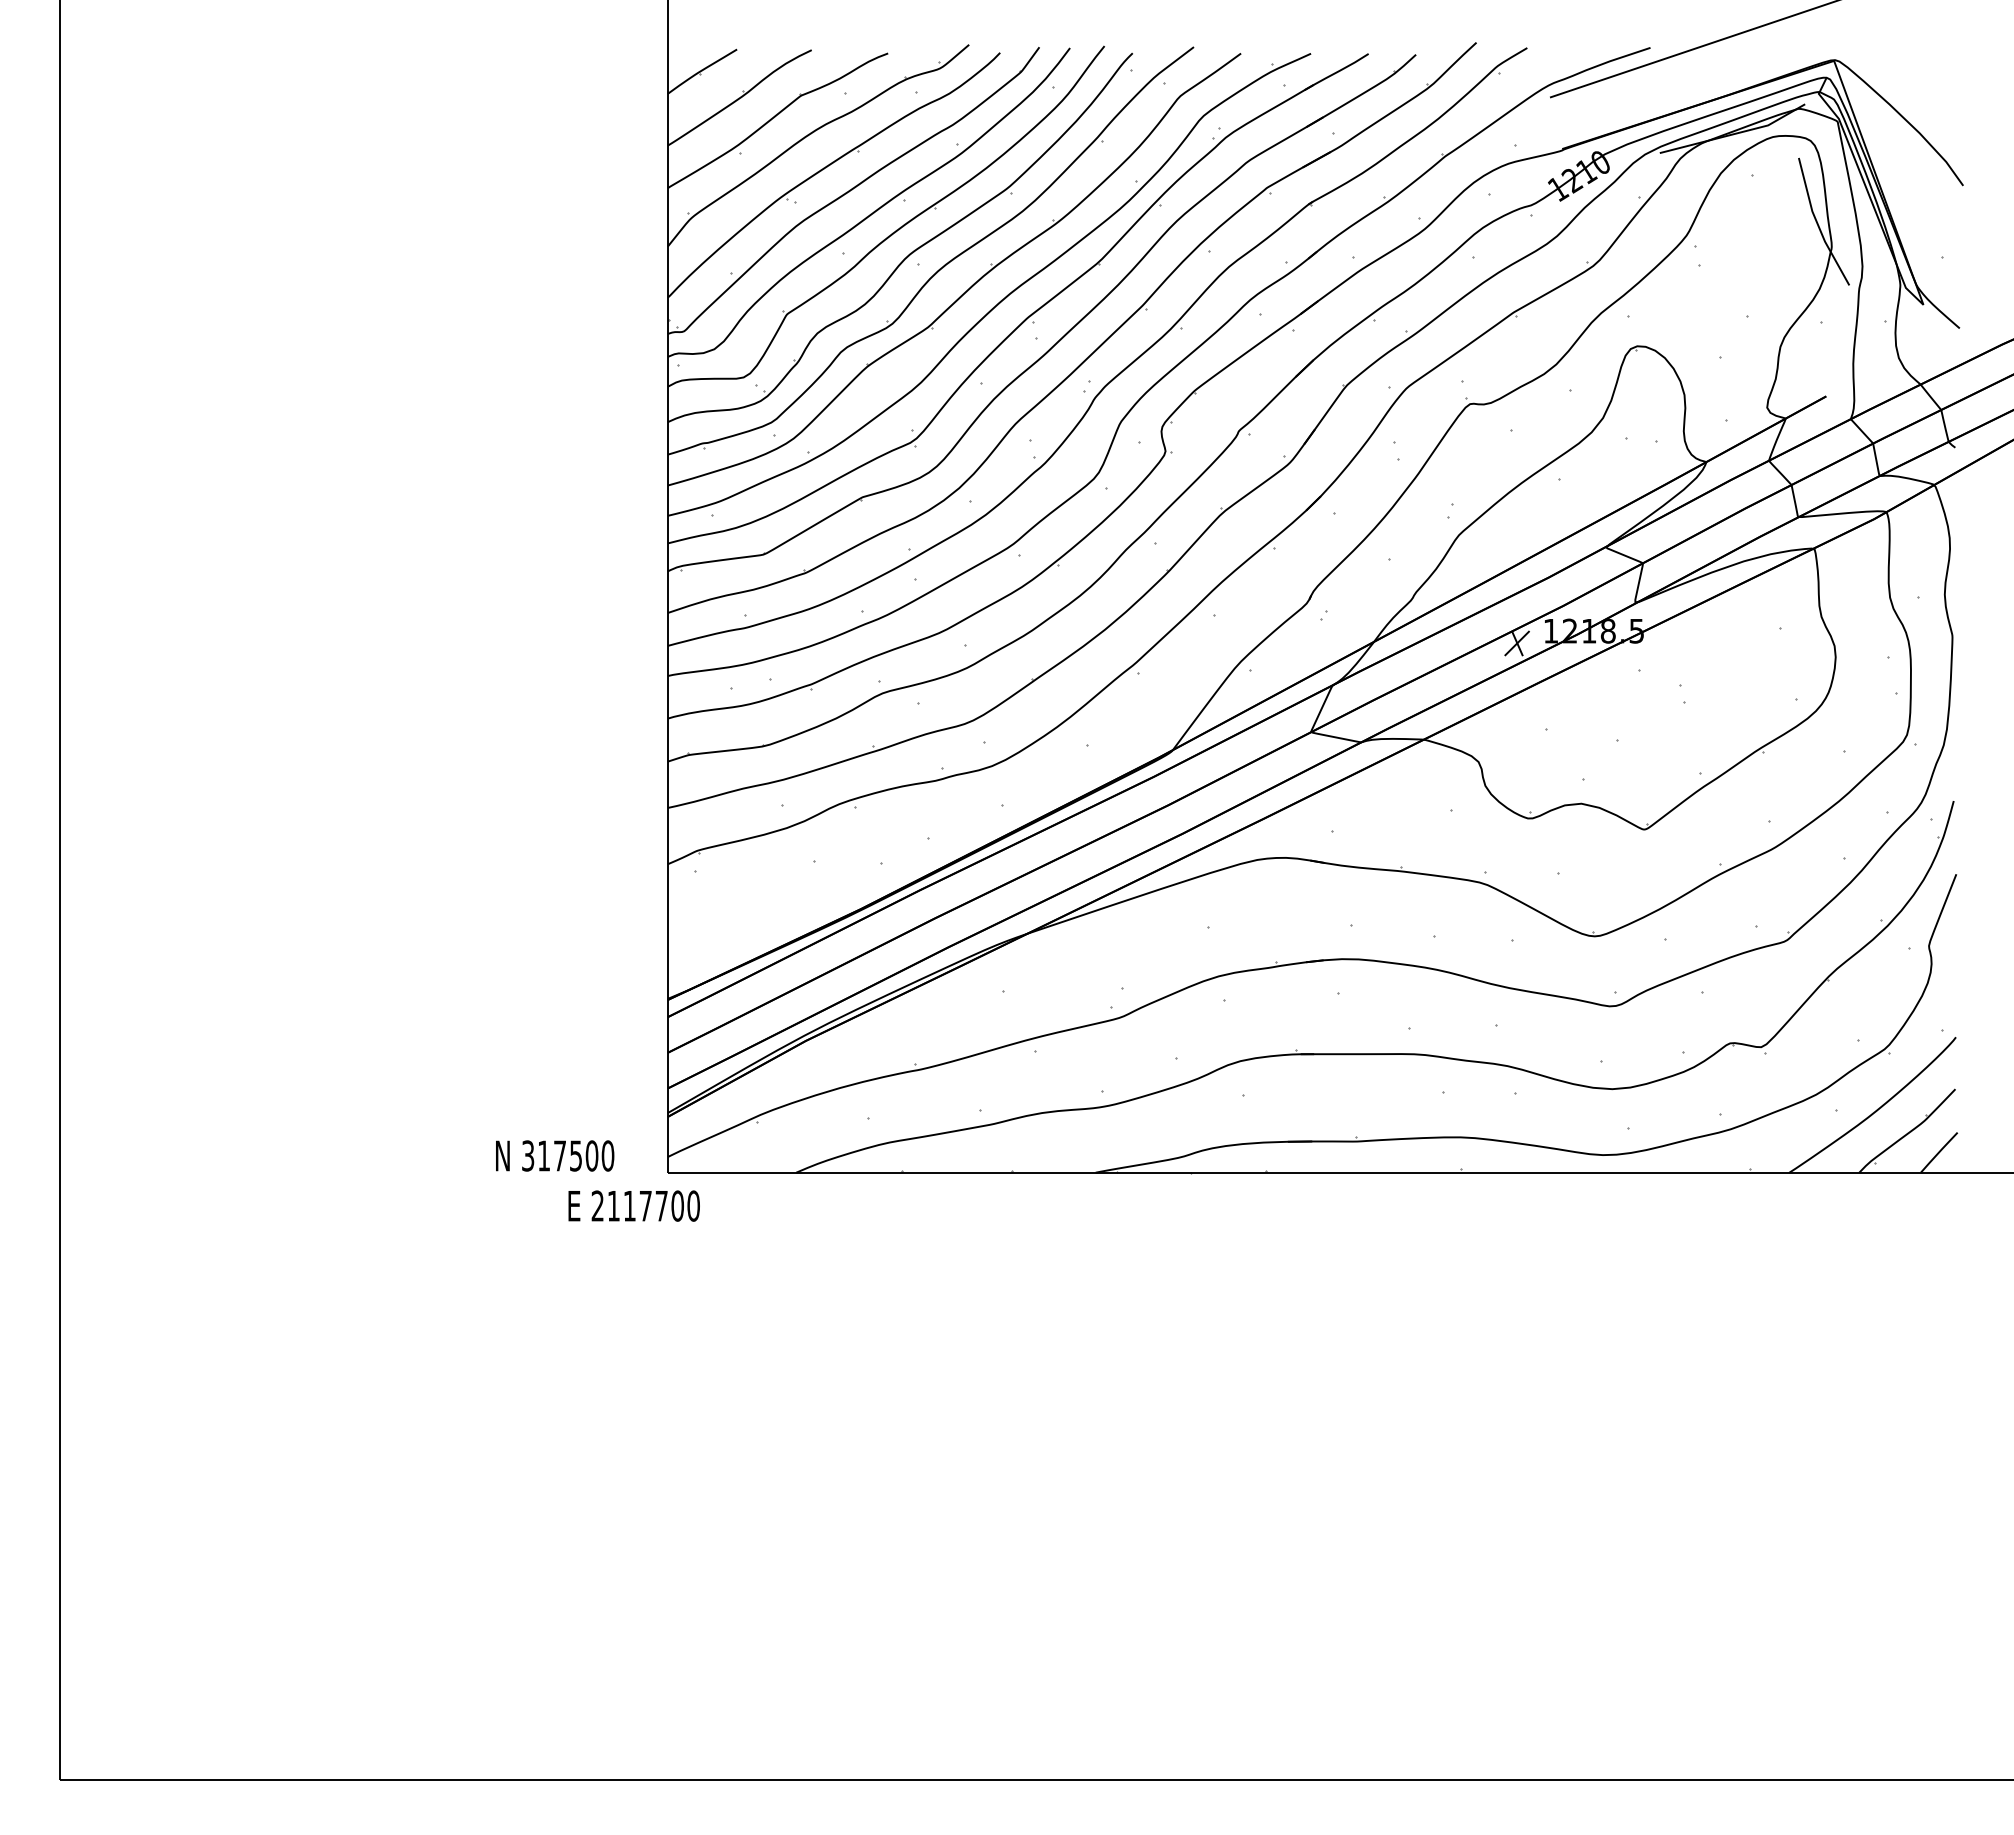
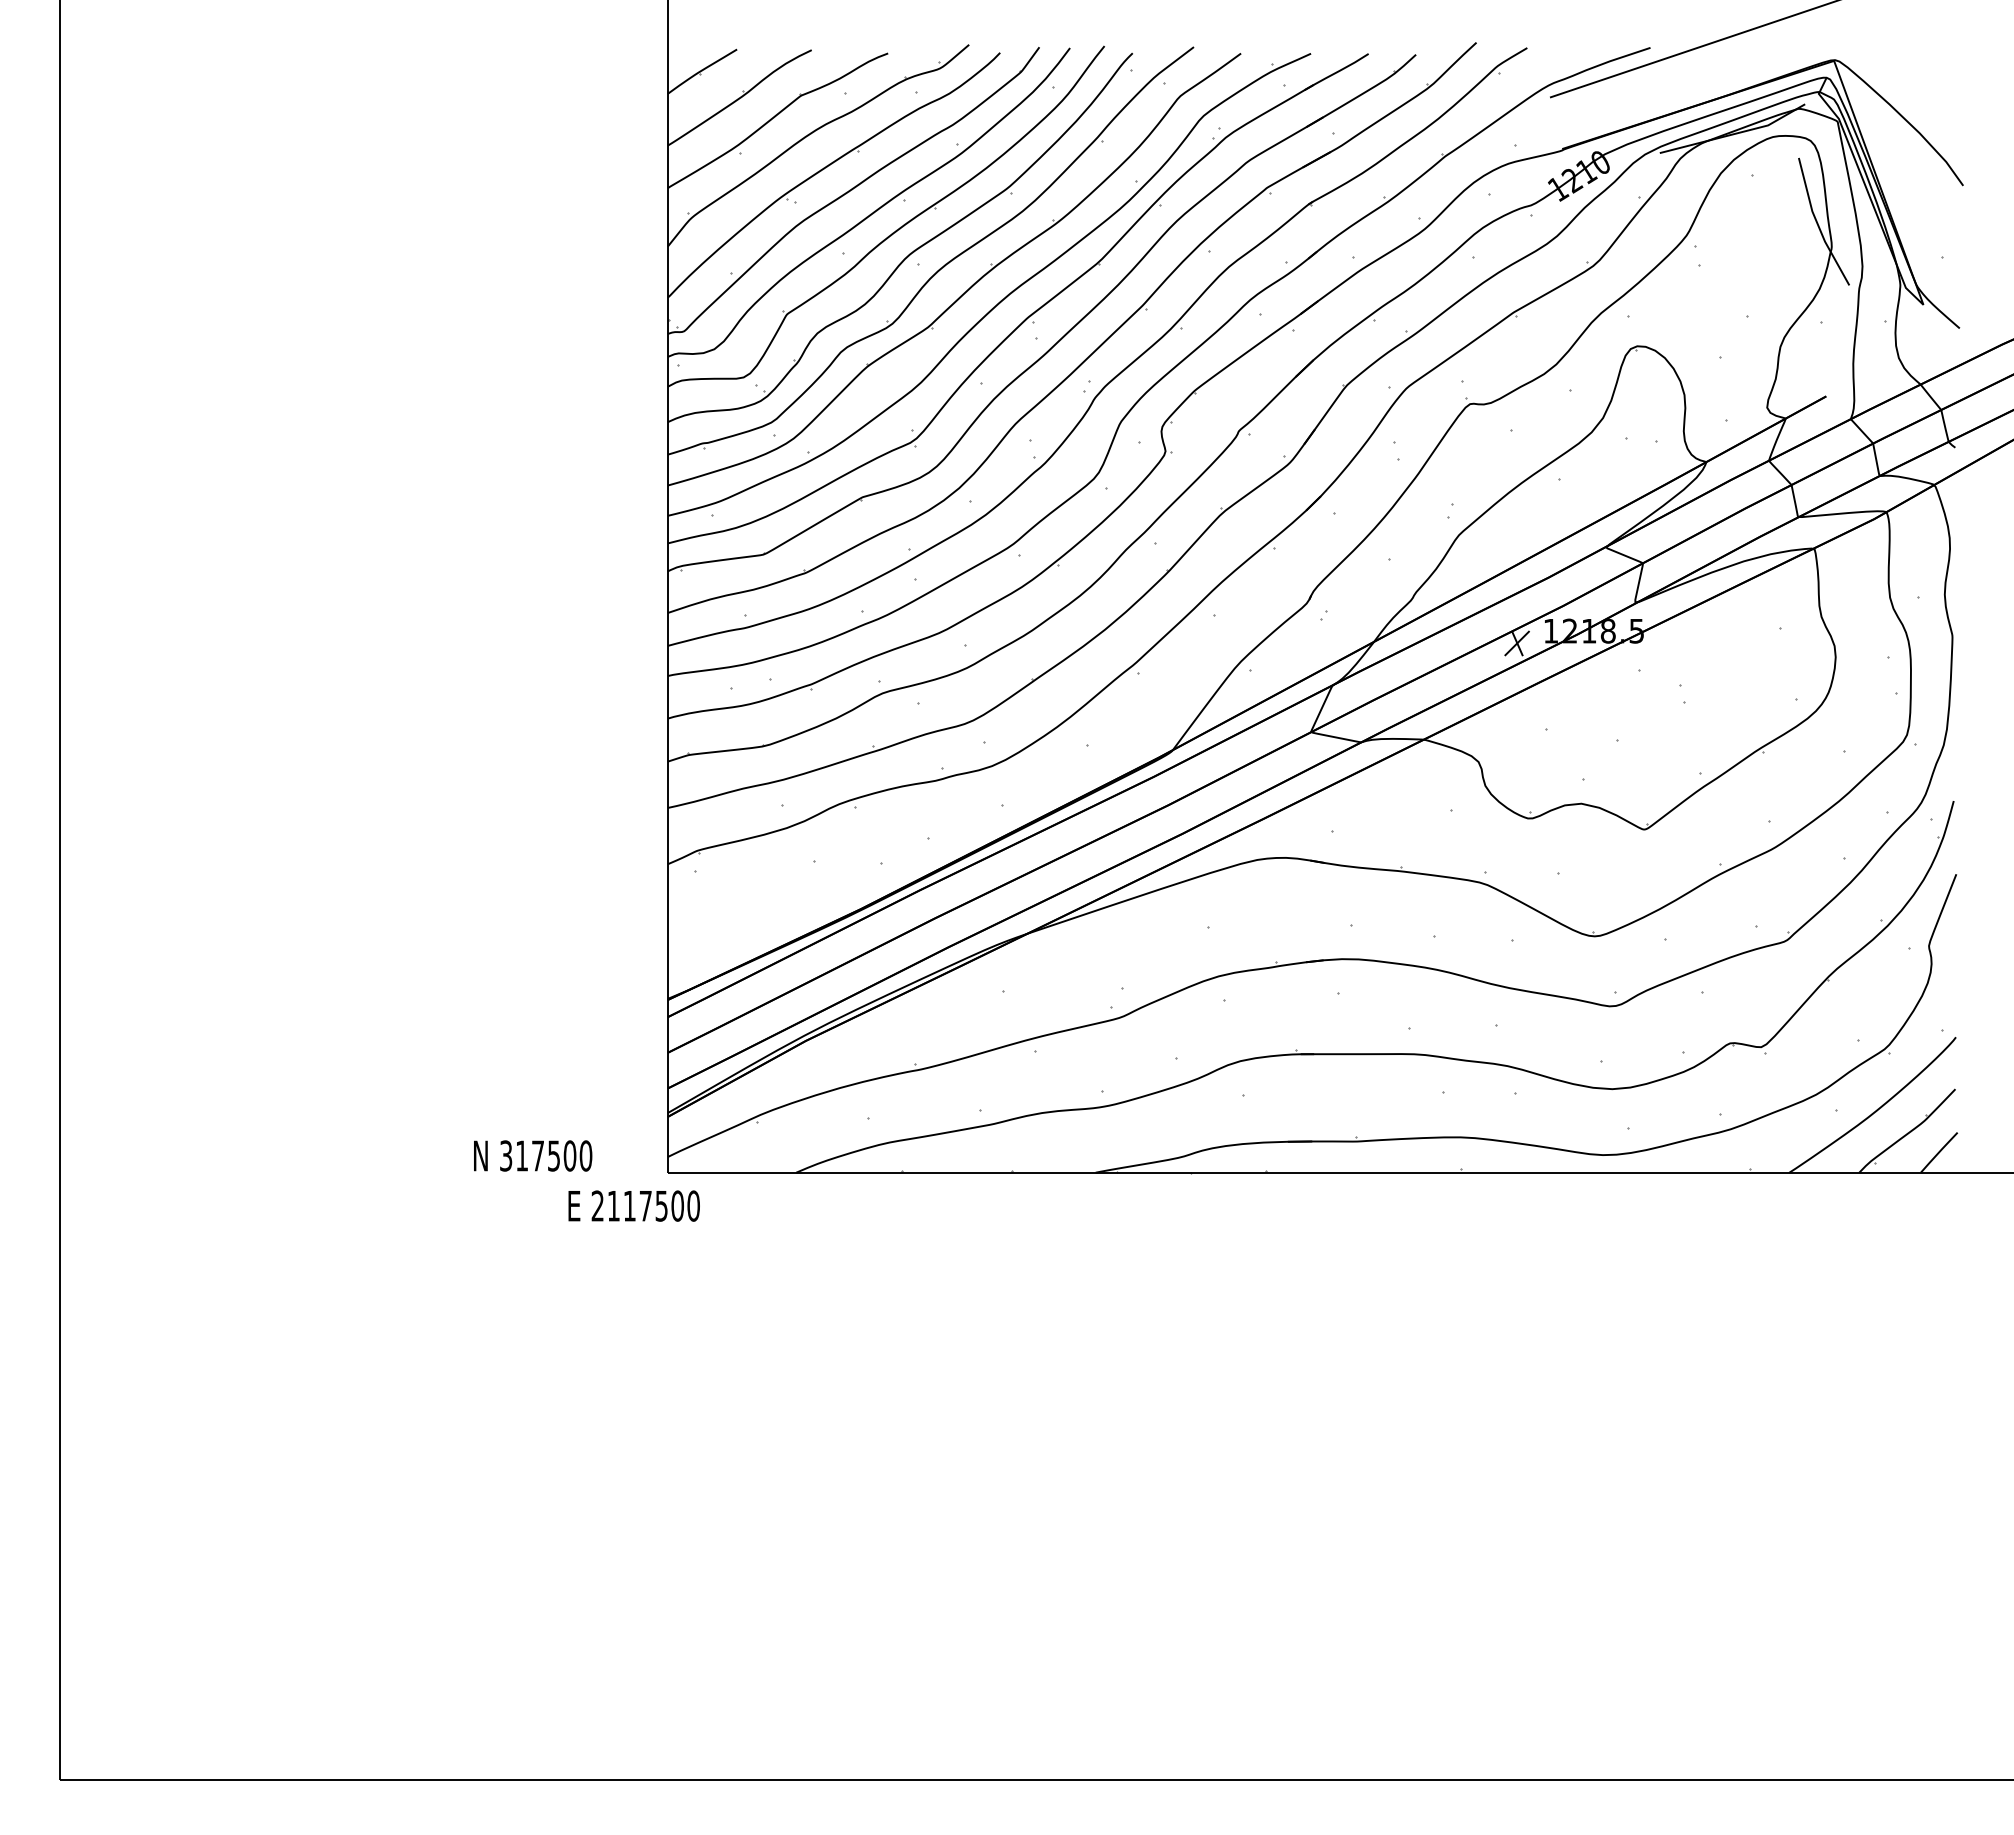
text at (555, 1155) position: (555, 1155) -> (533, 1155)
text at (661, 1206): 2117700 -> 2117500
